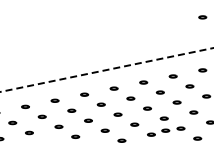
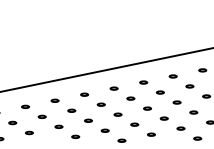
part at (202, 17): present -> none
line at (106, 70): dashed -> solid
part at (165, 130): present -> none
